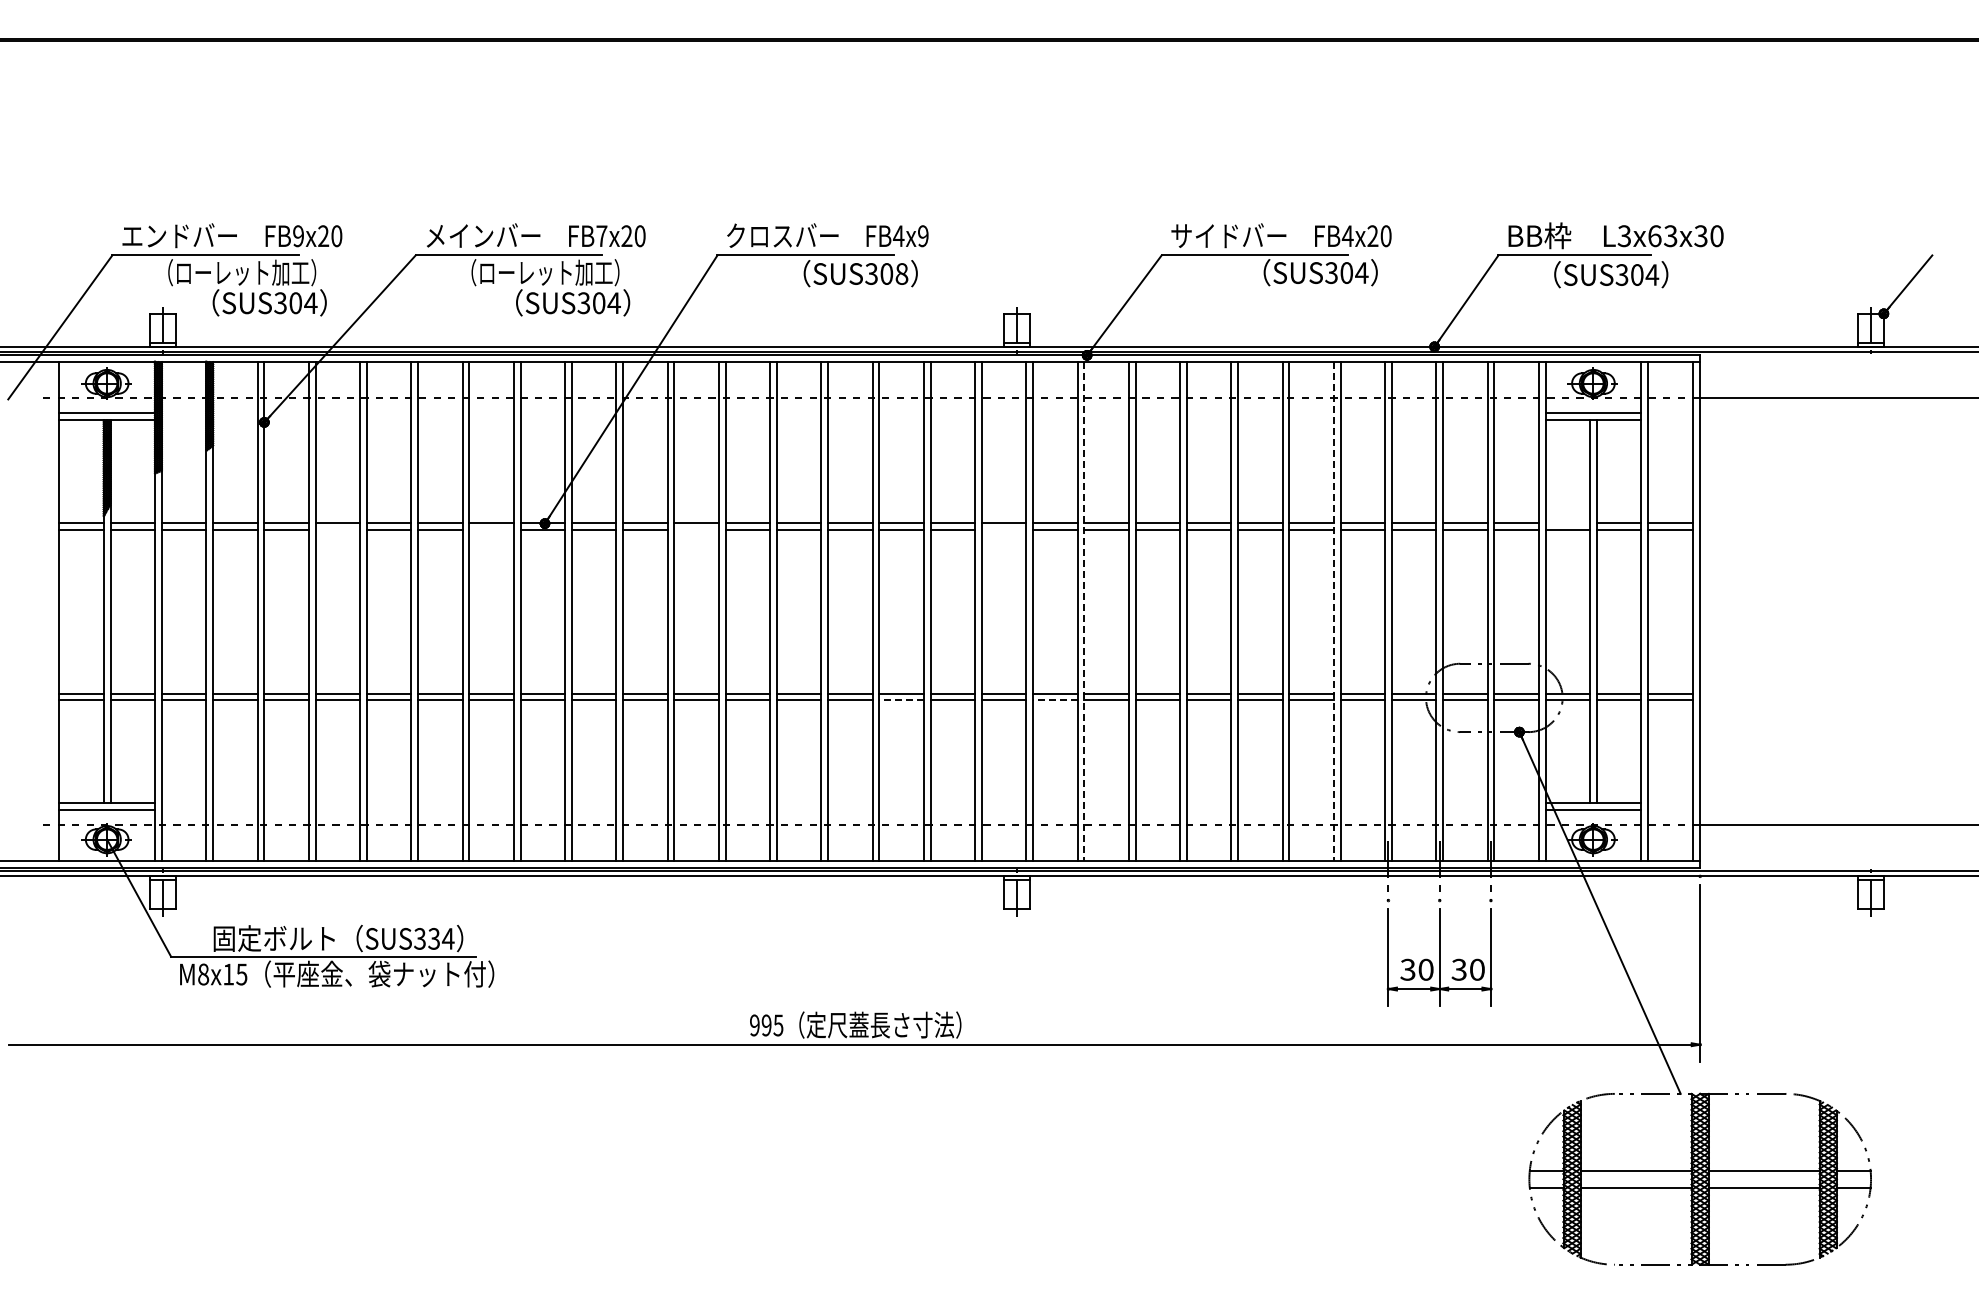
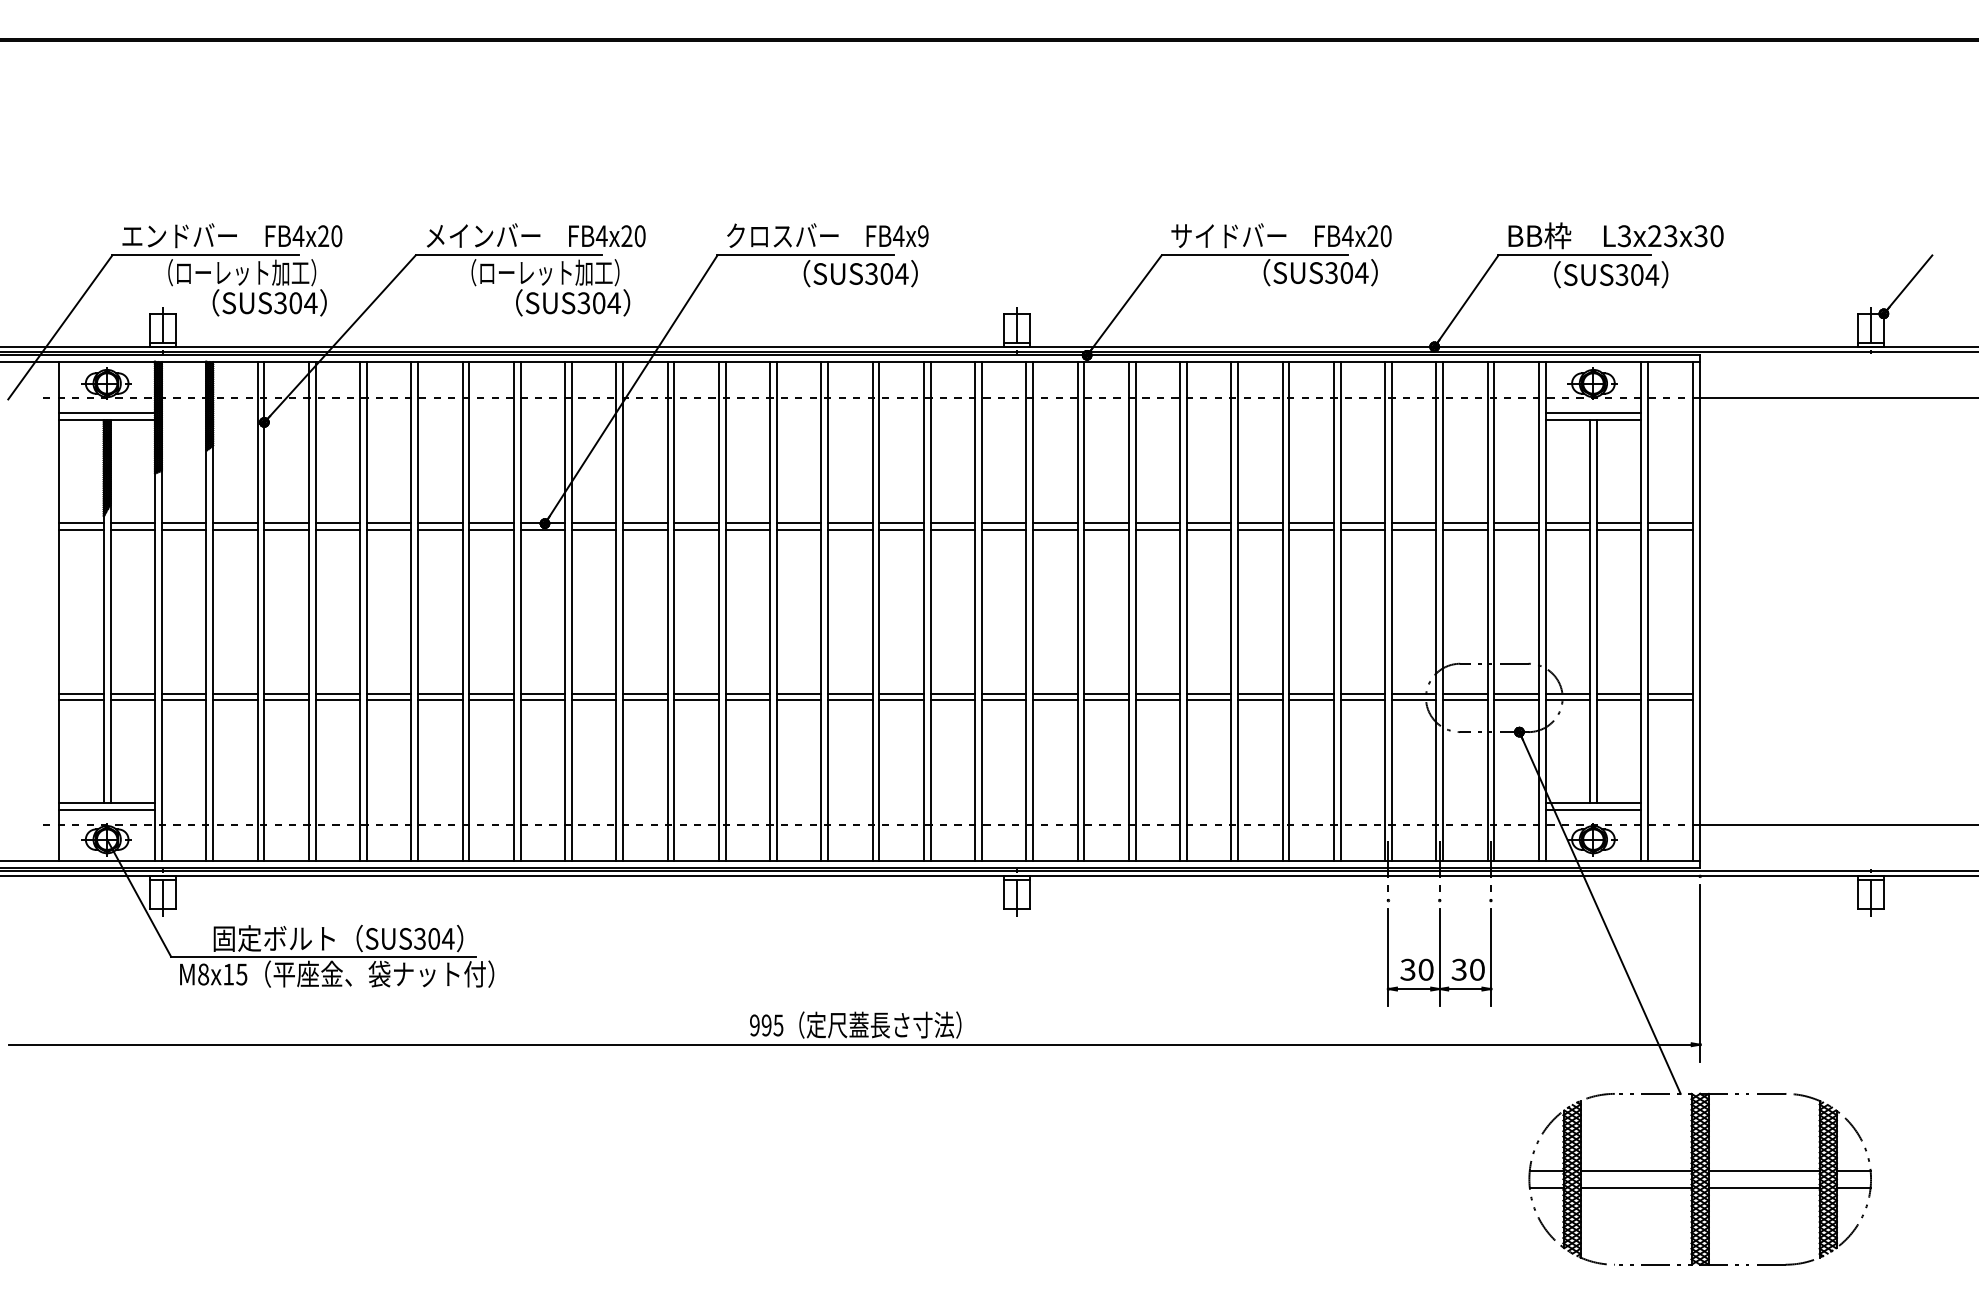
text at (601, 235): FB7x20 -> FB4x20
text at (298, 236): FB9x20 -> FB4x20
text at (1654, 236): L3x63x30 -> L3x23x30
text at (901, 273): SUS308 -> SUS304
line at (1567, 522): none -> present
line at (337, 529): none -> present
line at (491, 529): none -> present
line at (696, 529): none -> present
line at (1003, 529): none -> present
line at (1084, 612): dashed -> solid
line at (1333, 612): dashed -> solid
line at (901, 700): dashed -> solid
line at (1054, 700): dashed -> solid
text at (434, 938): SUS334 -> SUS304
